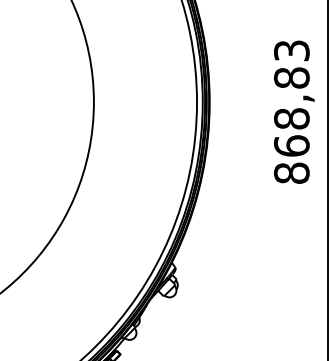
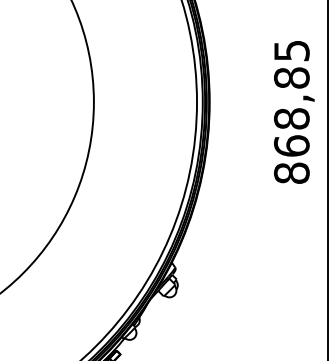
text at (291, 50): 868,83 -> 868,85
